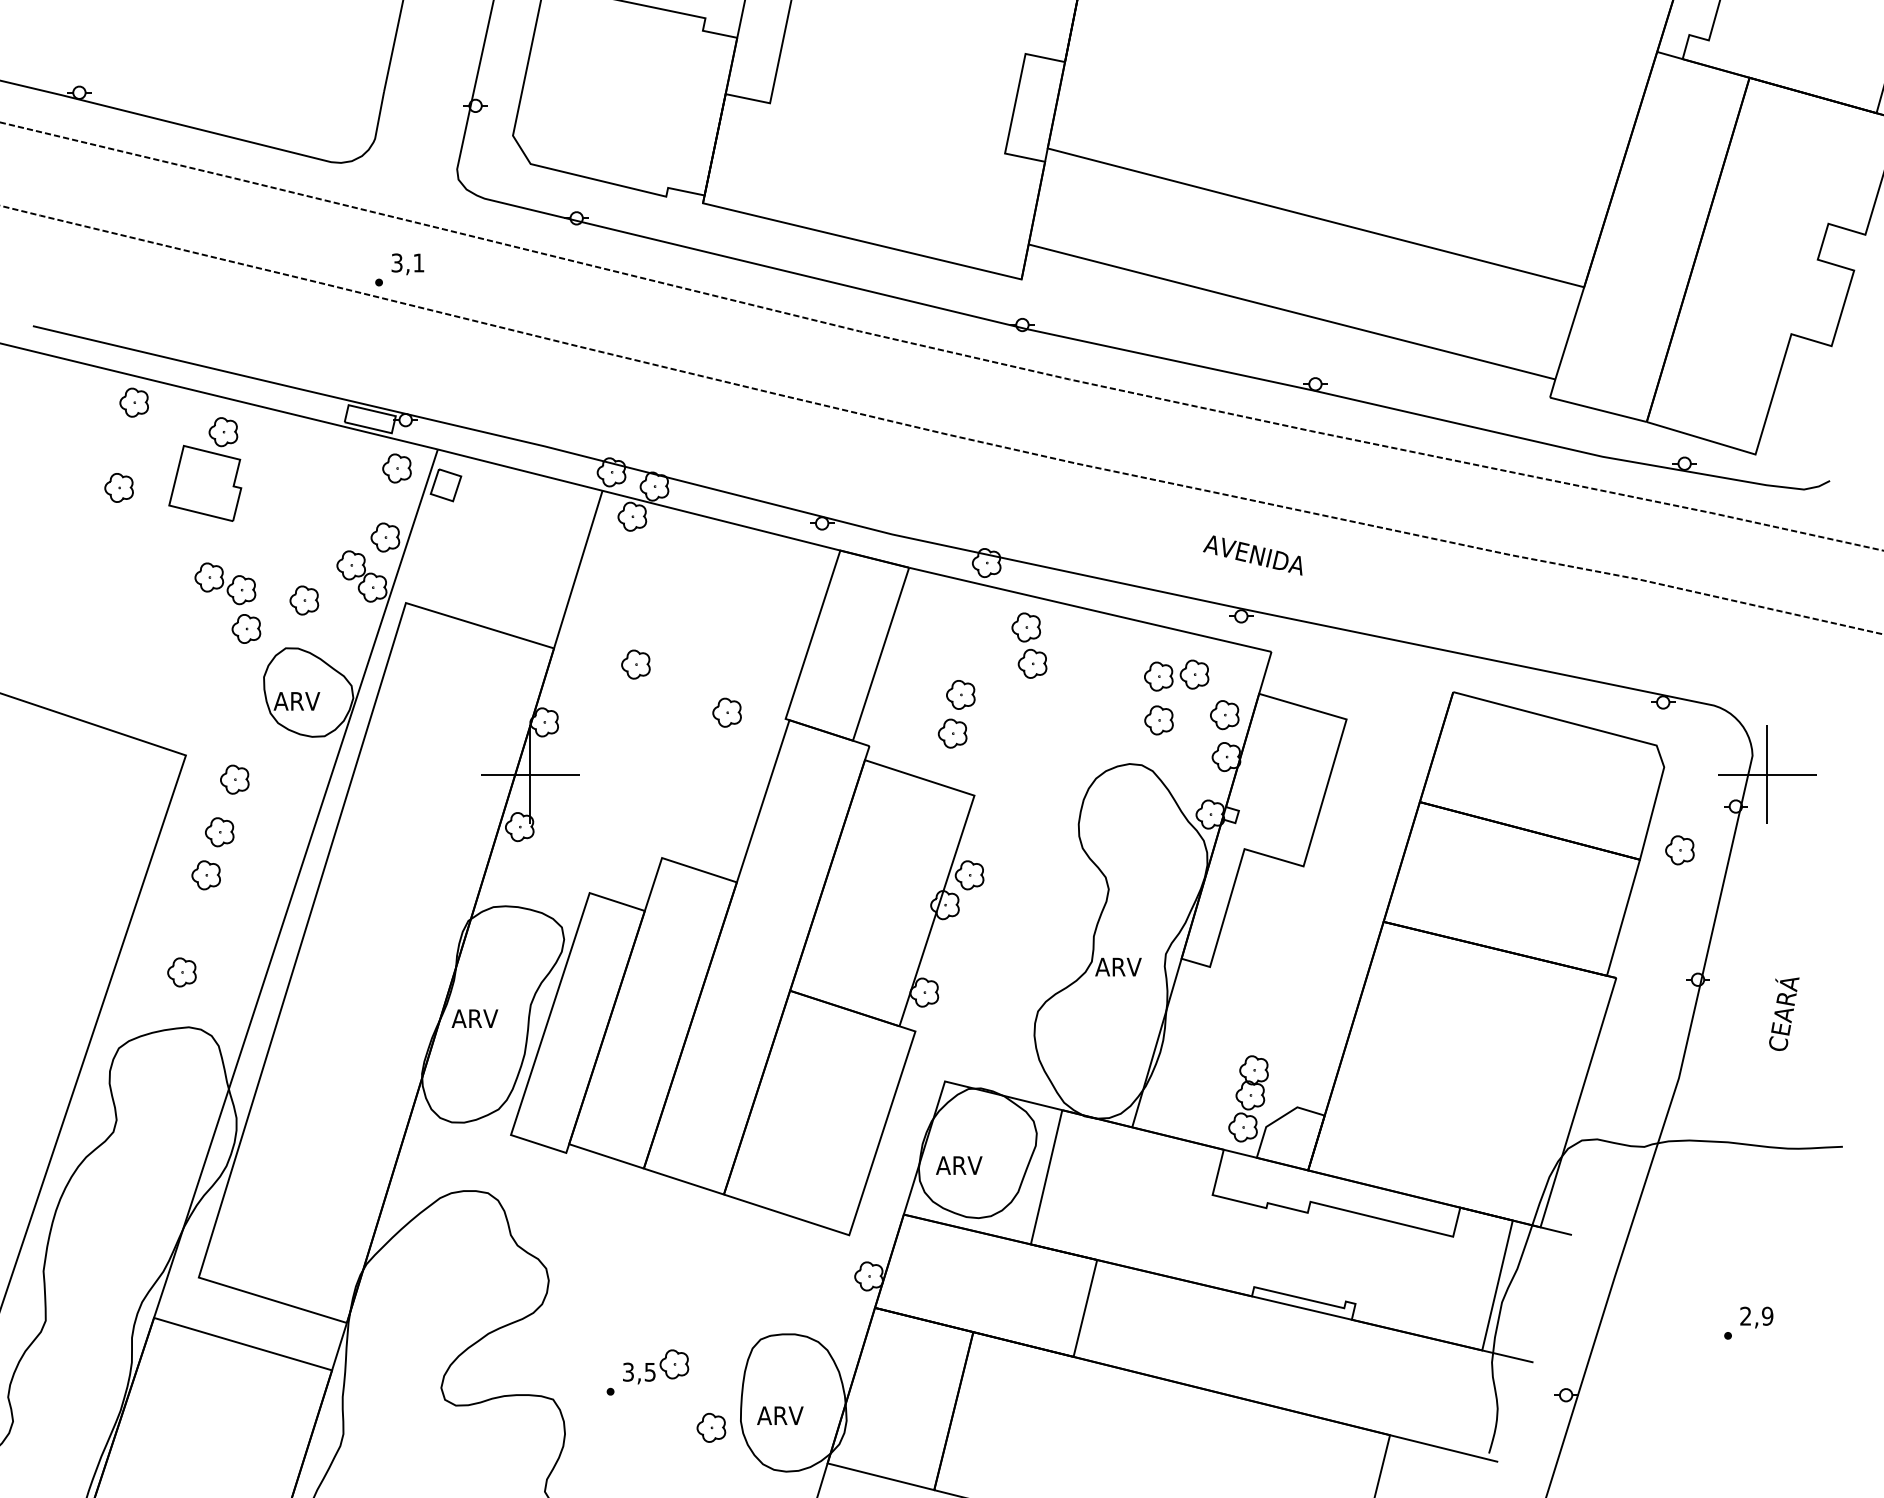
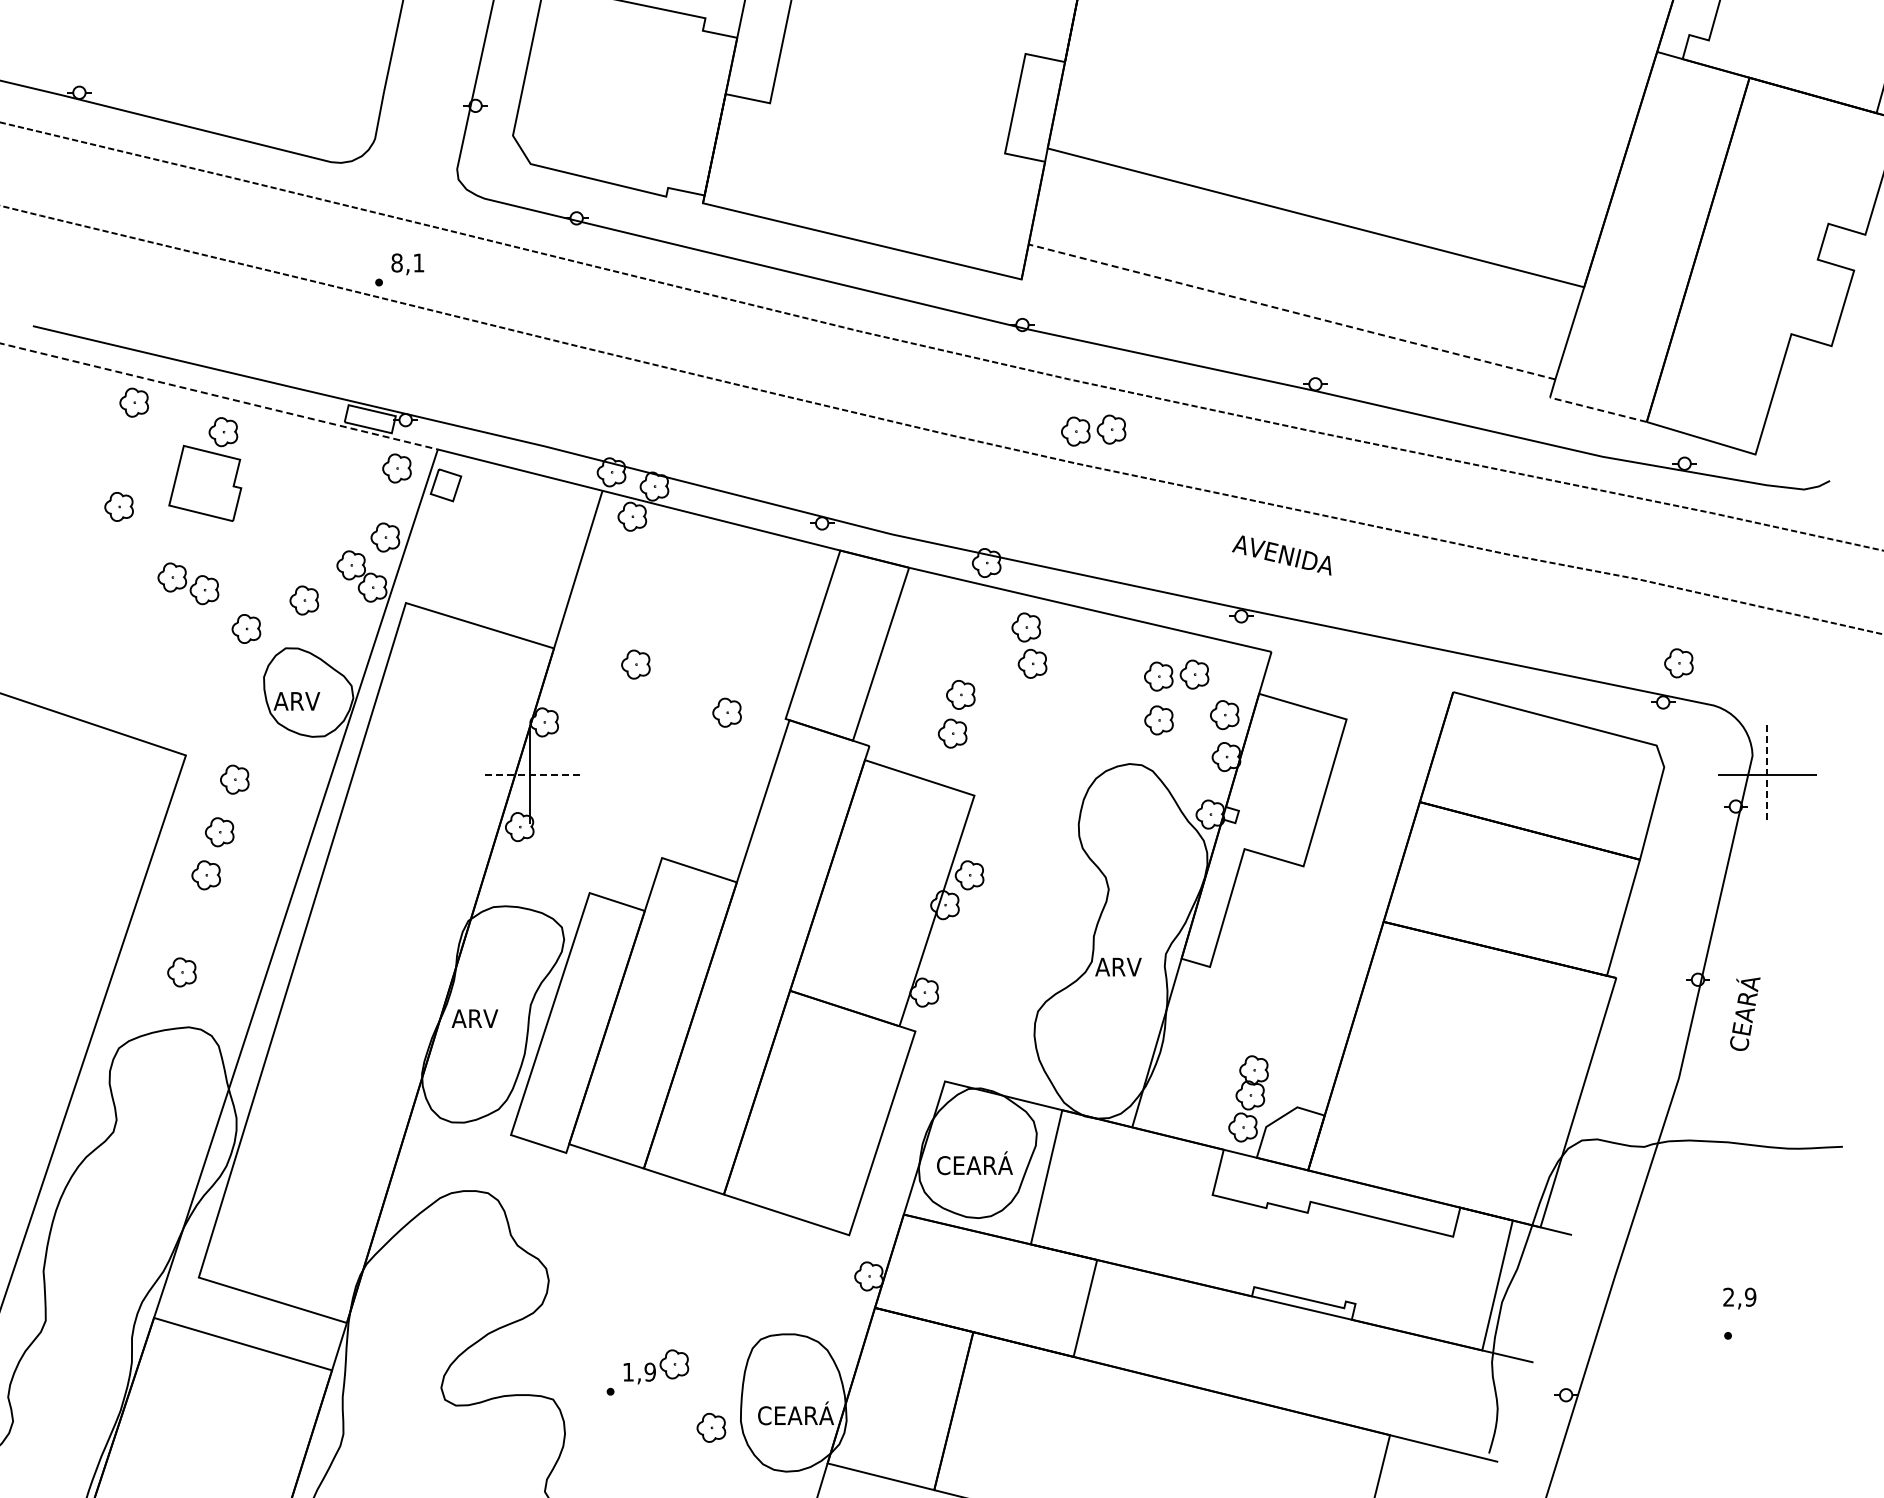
text at (396, 262): 3,1 -> 8,1
line at (1292, 311): solid -> dashed
line at (219, 396): solid -> dashed
line at (1598, 409): solid -> dashed
part at (1093, 430): none -> present
part at (118, 487) position: (118, 487) -> (118, 506)
text at (1252, 555) position: (1252, 555) -> (1281, 555)
part at (225, 583) position: (225, 583) -> (188, 583)
line at (529, 774): solid -> dashed
line at (1767, 775): solid -> dashed
part at (1679, 850) position: (1679, 850) -> (1678, 663)
text at (1784, 1013) position: (1784, 1013) -> (1745, 1013)
text at (974, 1163): ARV -> CEARÁ
text at (1756, 1317) position: (1756, 1317) -> (1739, 1298)
text at (639, 1371): 3,5 -> 1,9
text at (795, 1413): ARV -> CEARÁ
